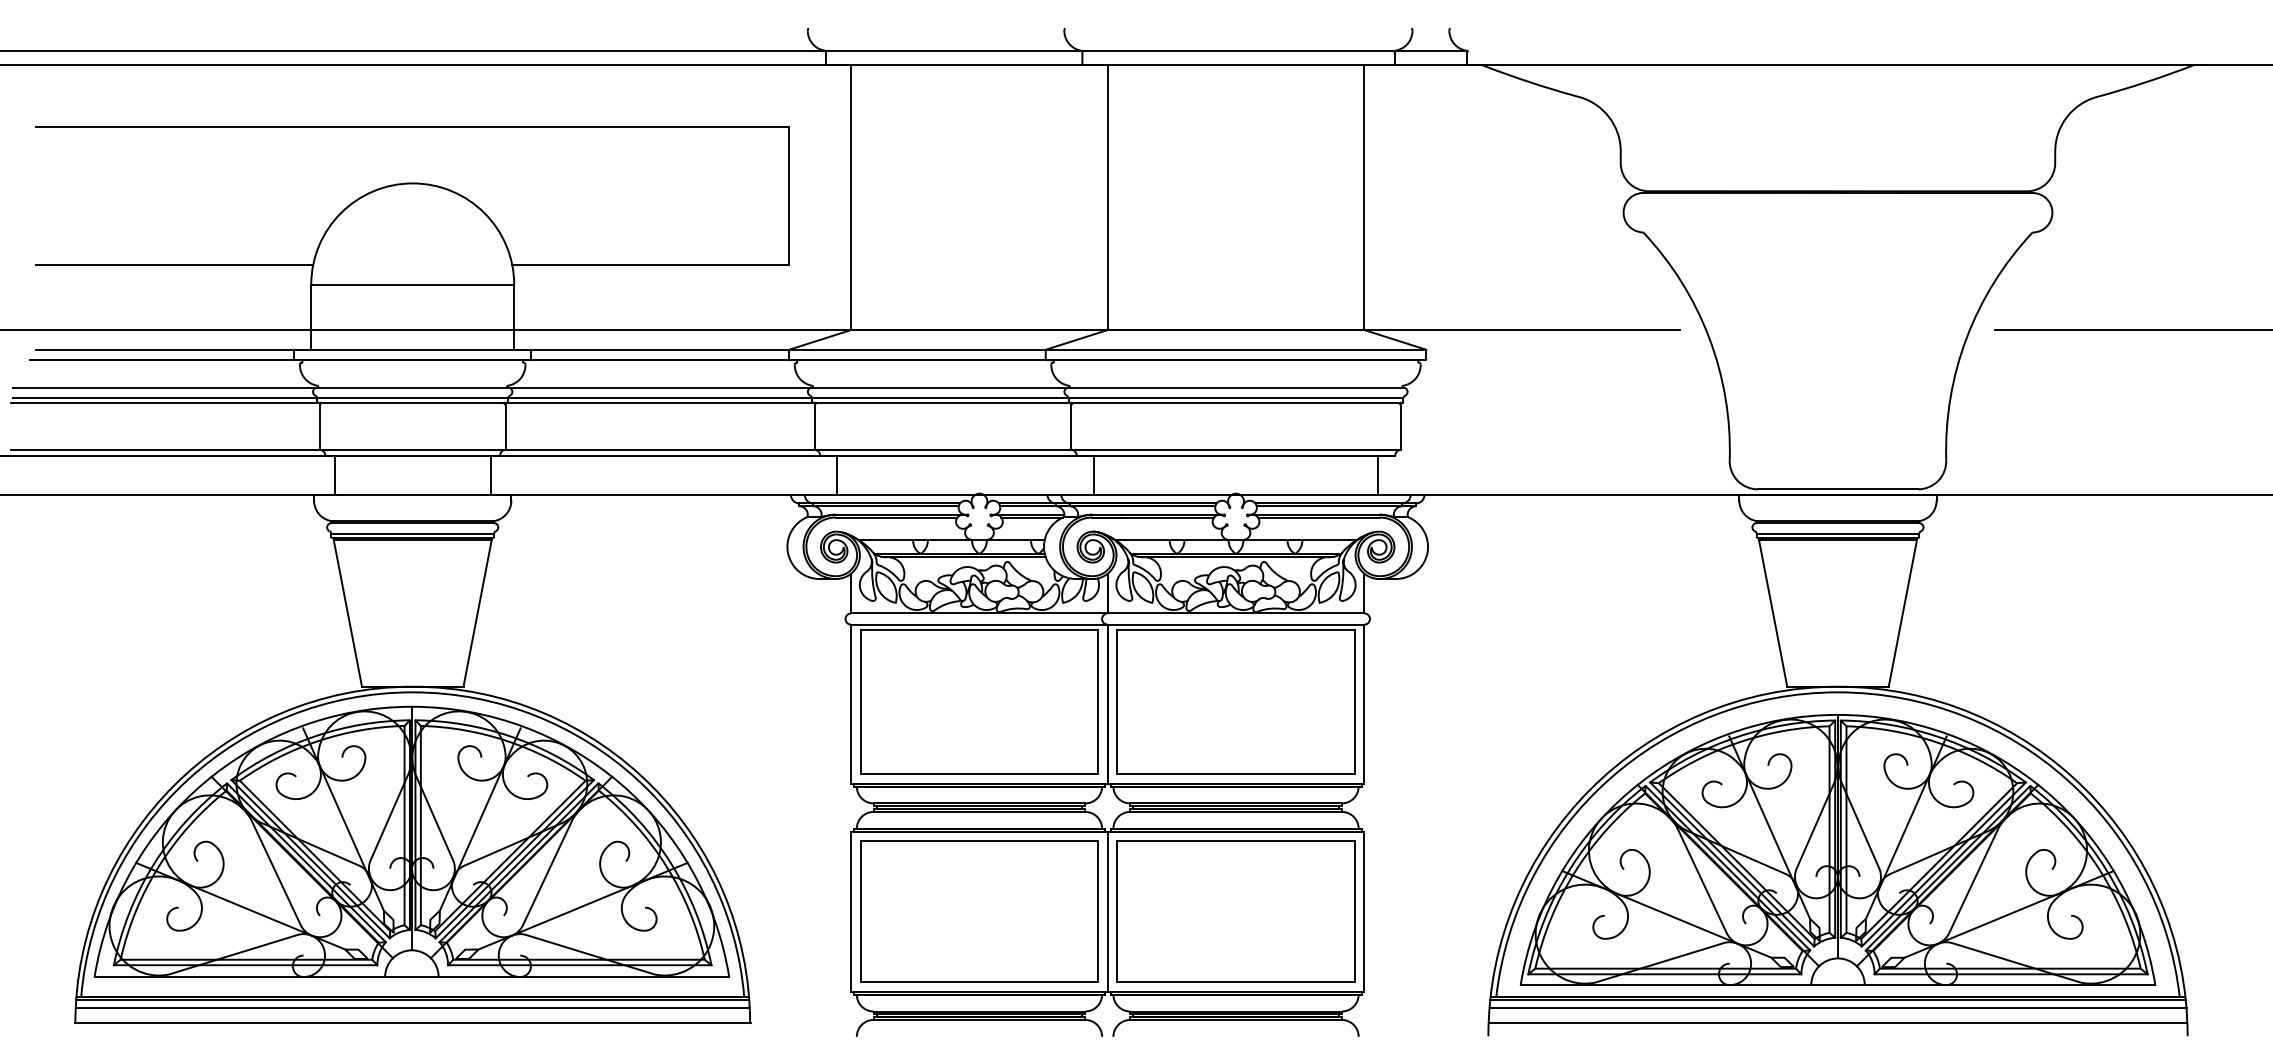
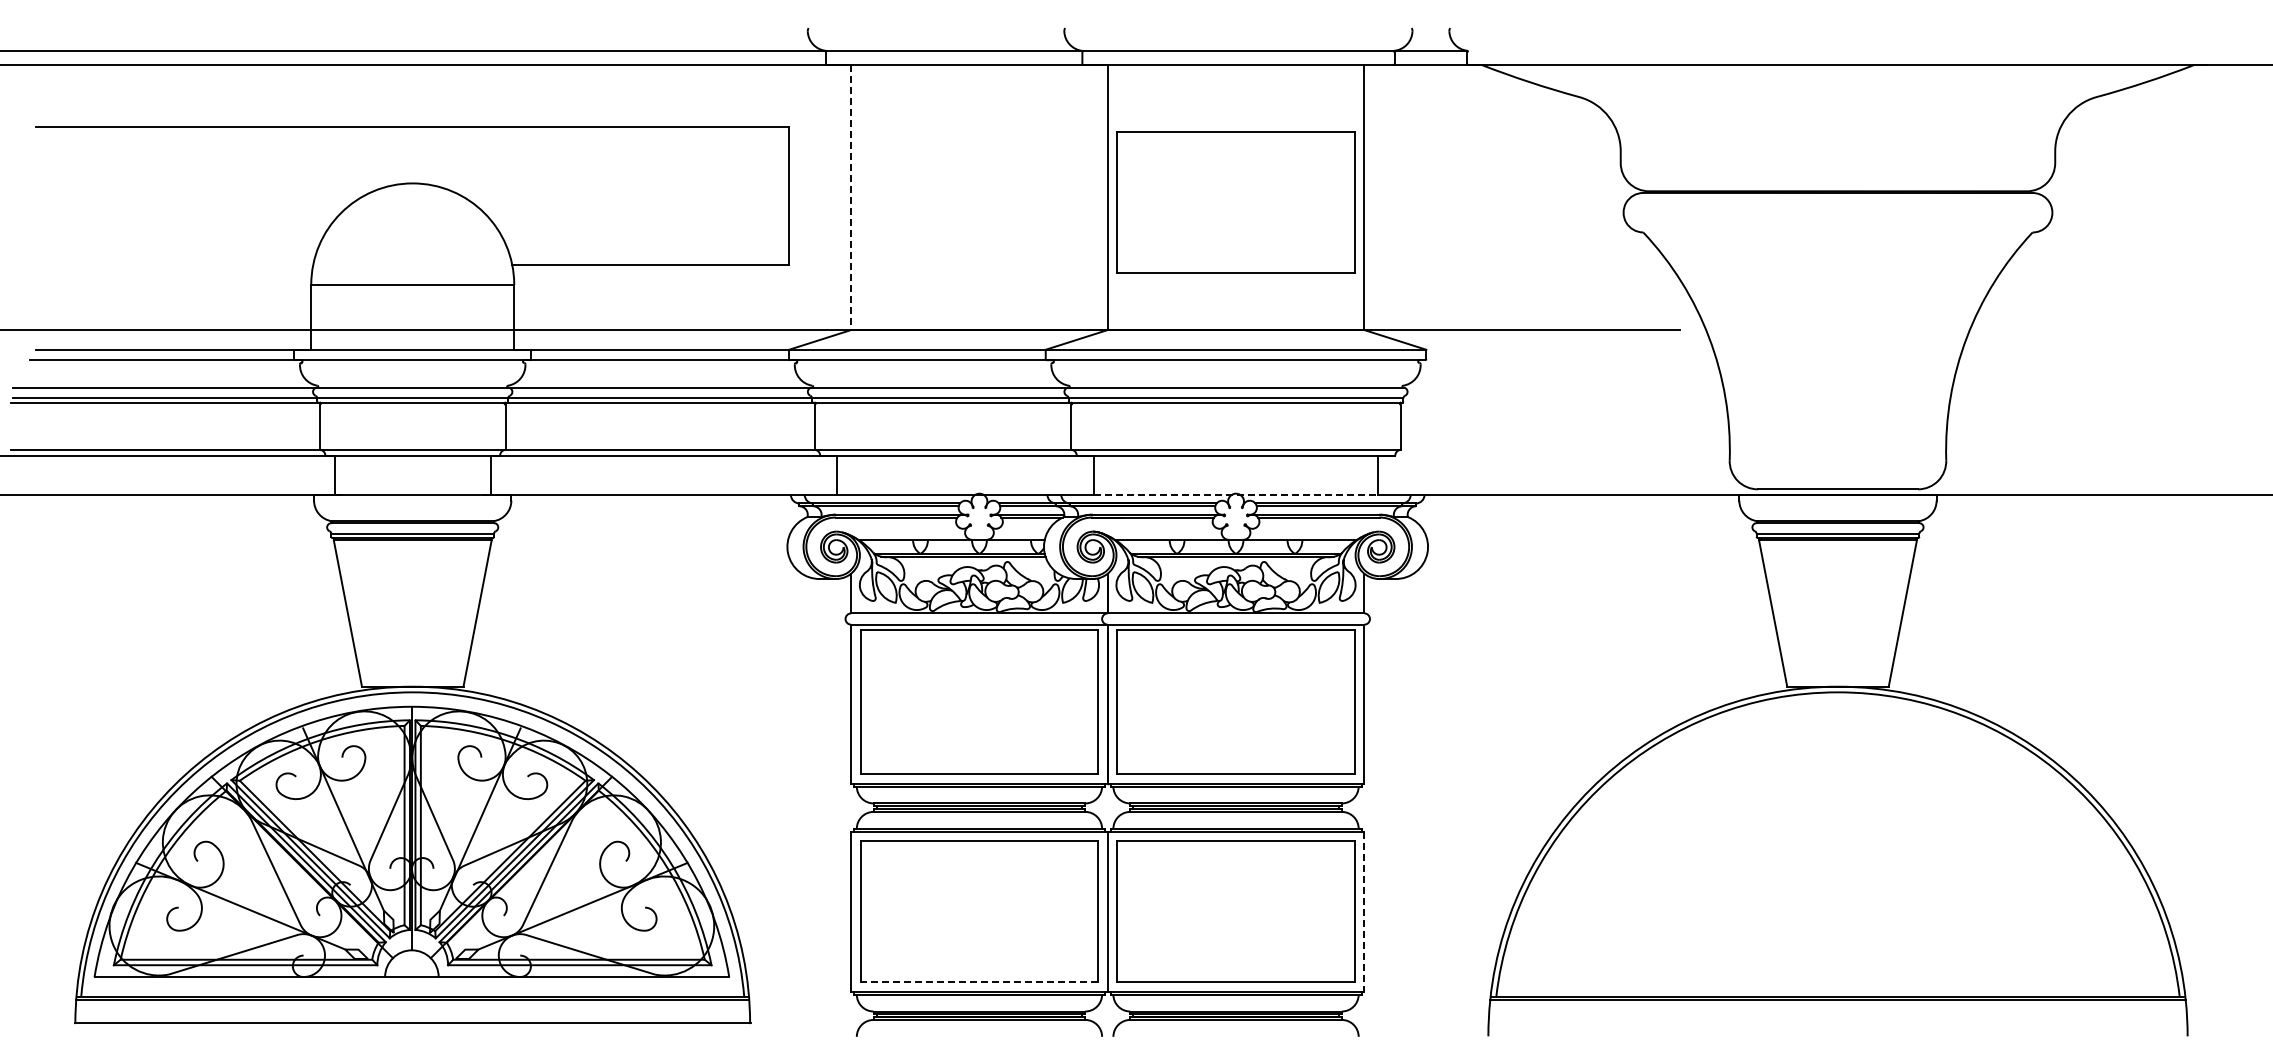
line at (851, 197): solid -> dashed
part at (1235, 202): none -> present
line at (174, 265): present -> none
line at (2132, 330): present -> none
line at (1236, 494): solid -> dashed
part at (1837, 849): present -> none
line at (1364, 912): solid -> dashed
line at (979, 982): solid -> dashed
line at (412, 1008): present -> none
line at (1837, 1008): present -> none
line at (1837, 1022): present -> none
